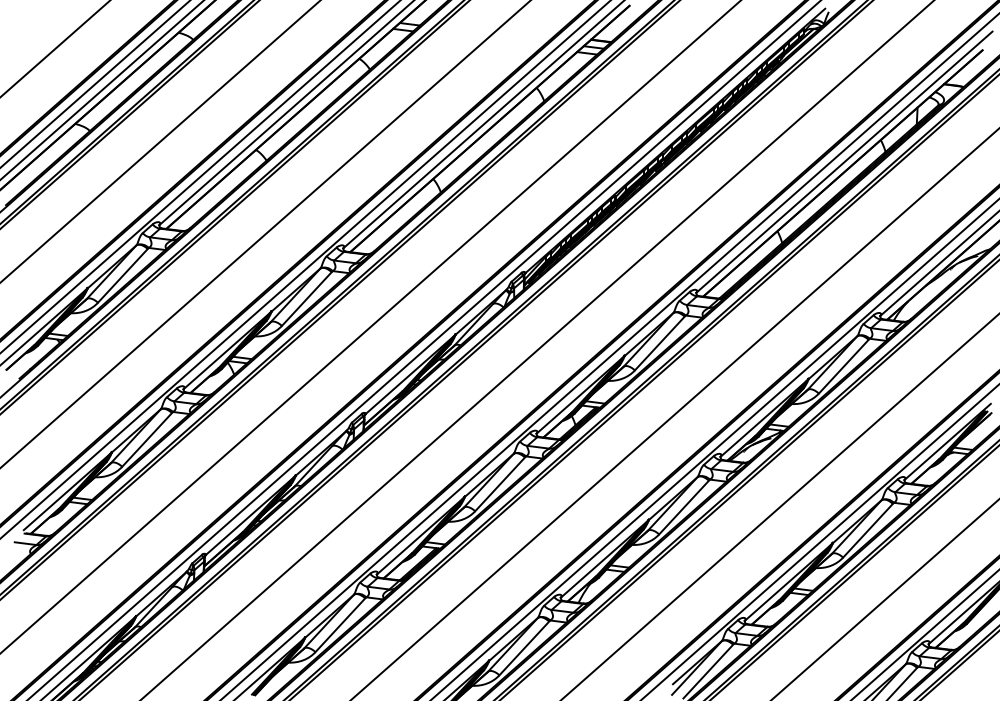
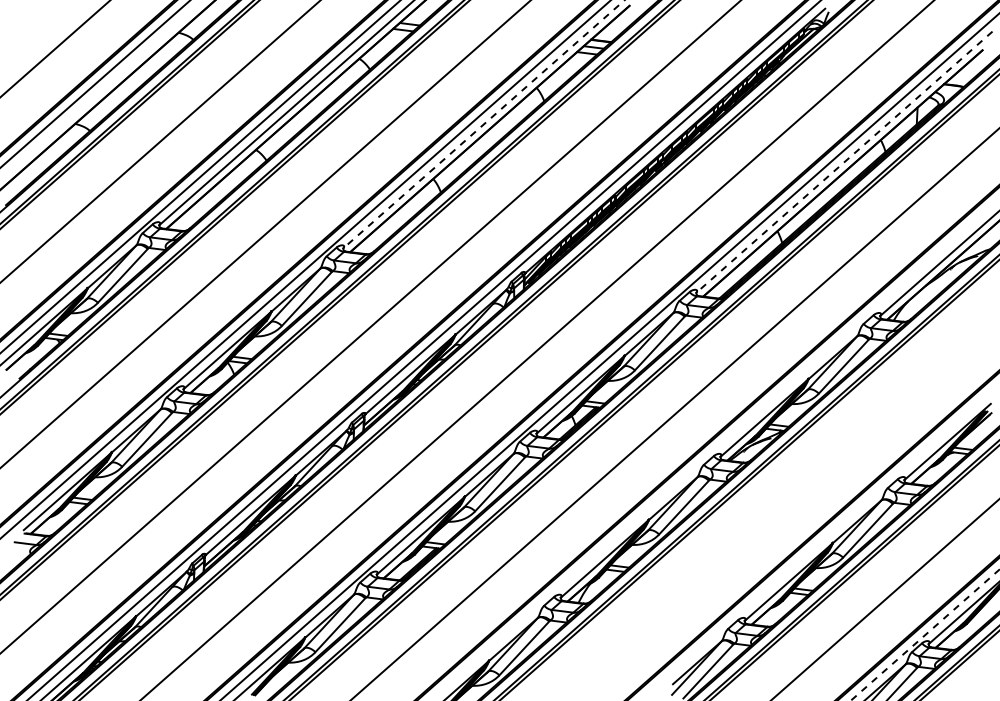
line at (101, 90): present -> none
line at (483, 124): solid -> dashed
line at (844, 162): solid -> dashed
line at (714, 449): present -> none
line at (779, 506): present -> none
line at (819, 541): present -> none
line at (925, 635): solid -> dashed
